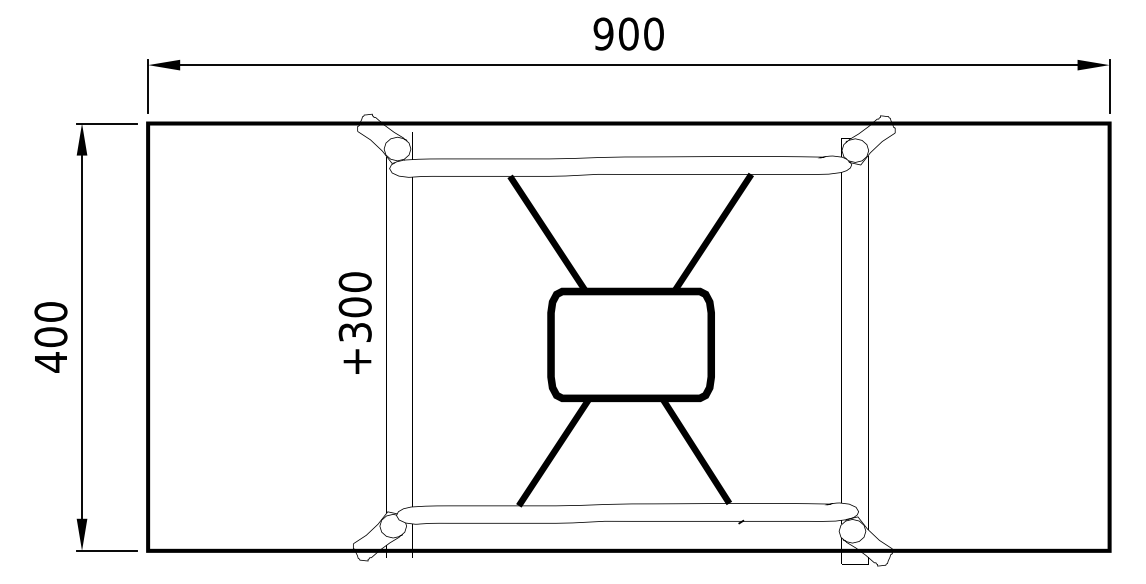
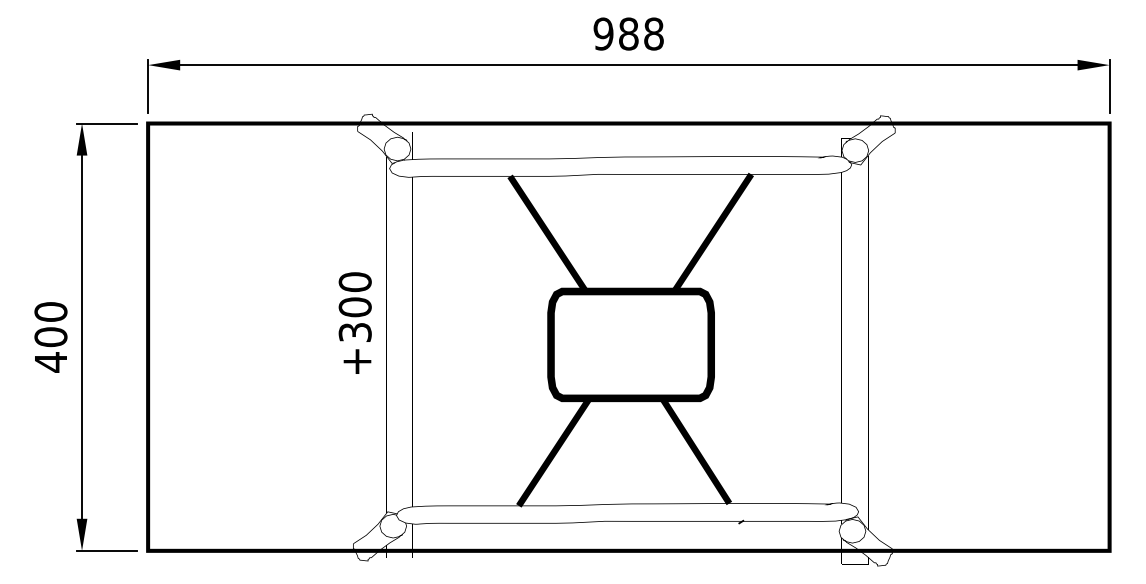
text at (641, 33): 900 -> 988
